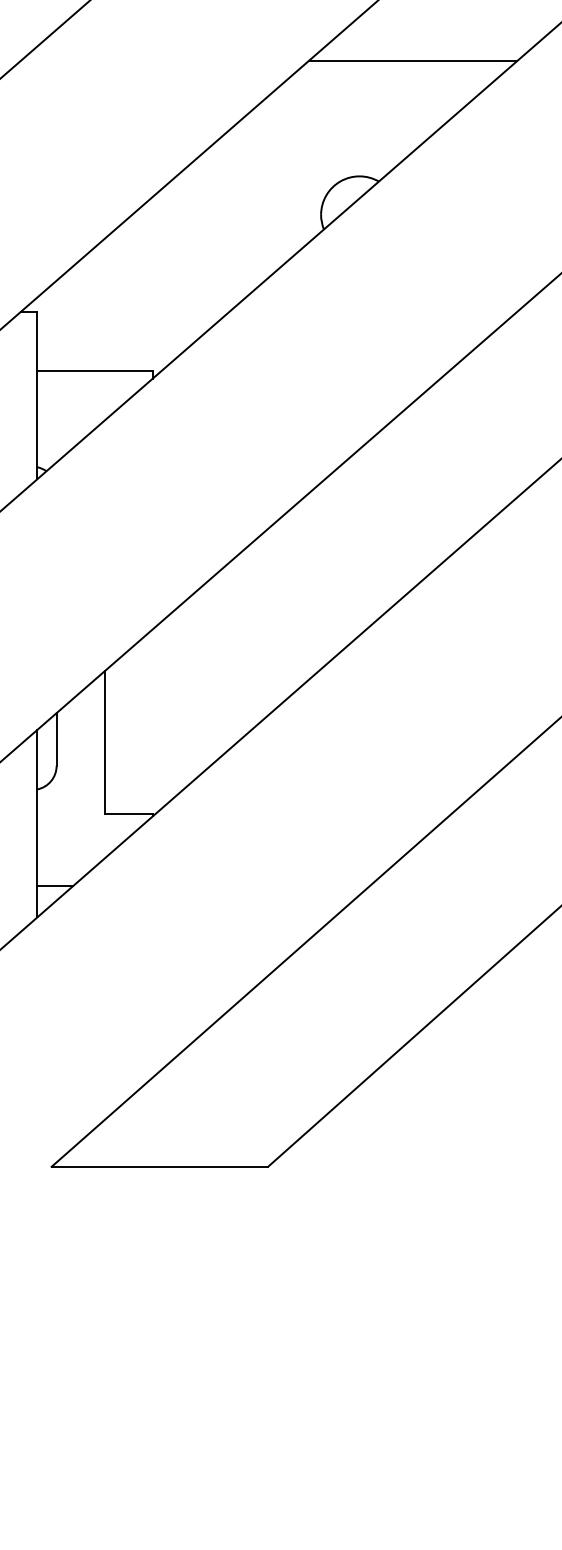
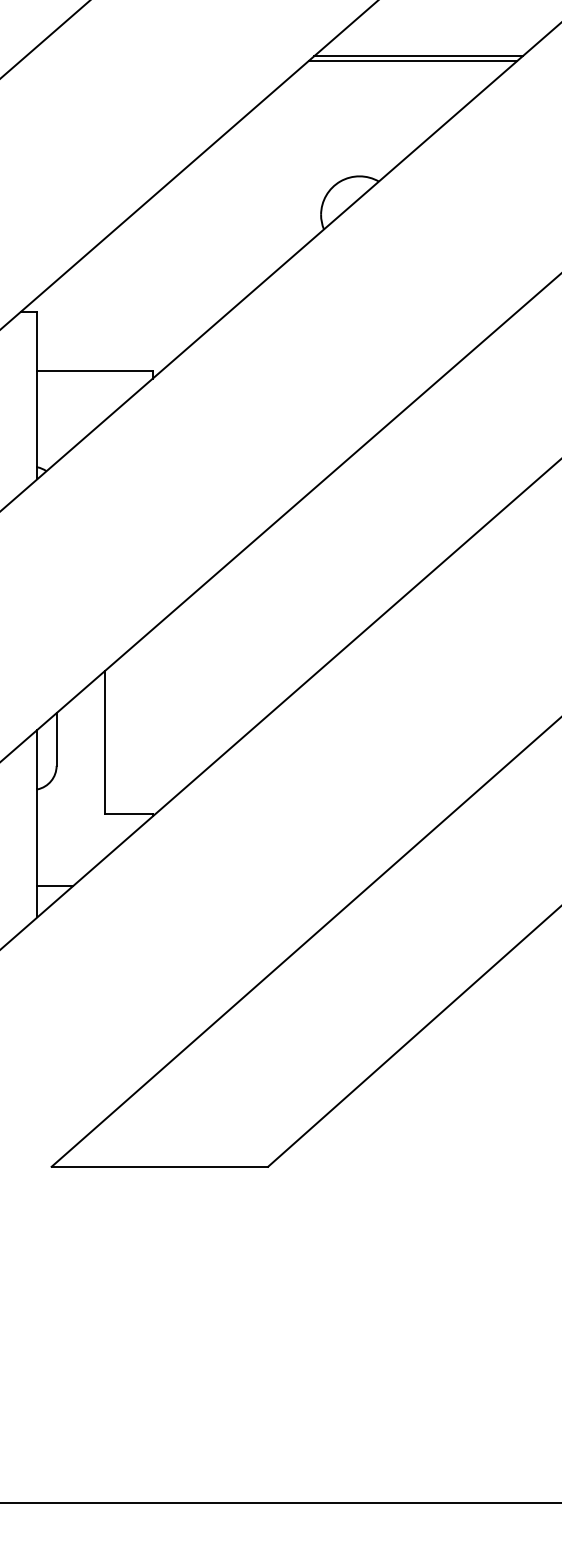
line at (418, 56): none -> present
line at (280, 1503): none -> present
